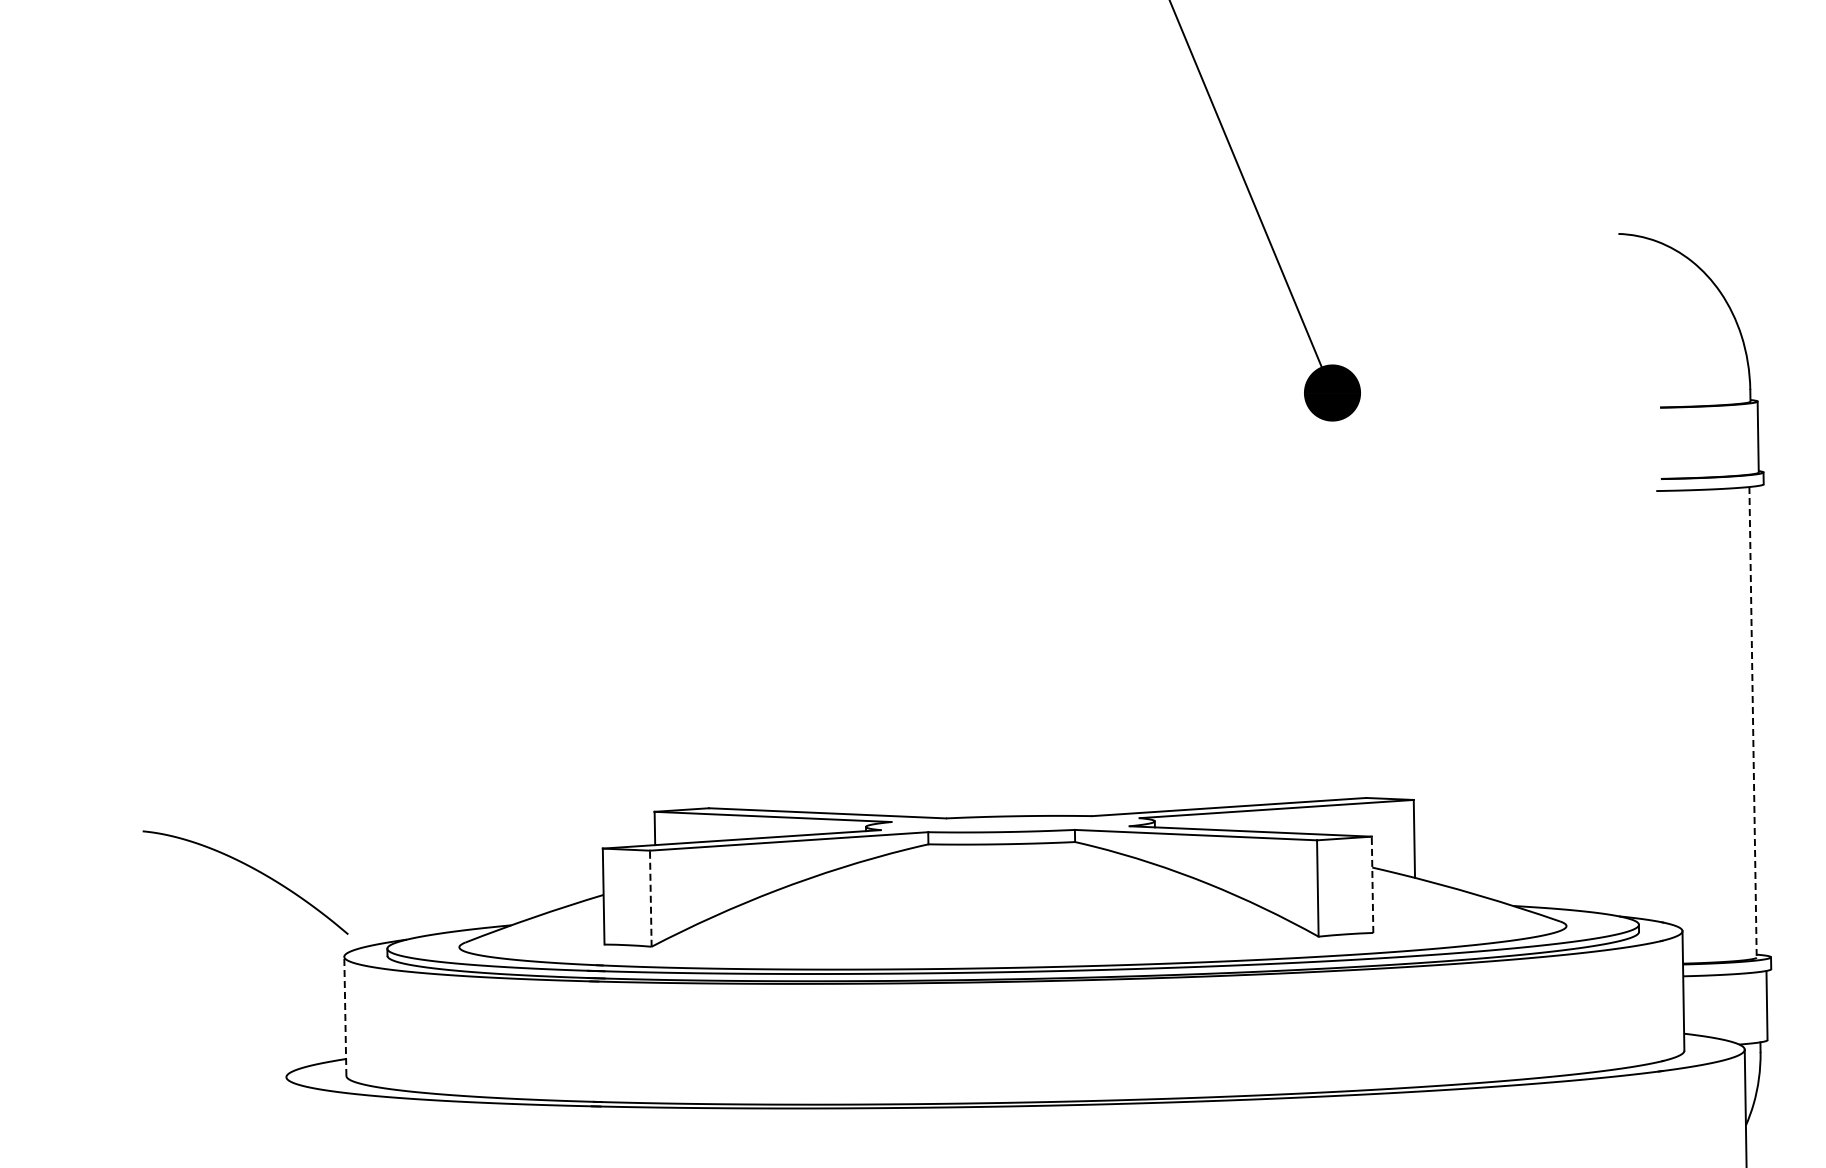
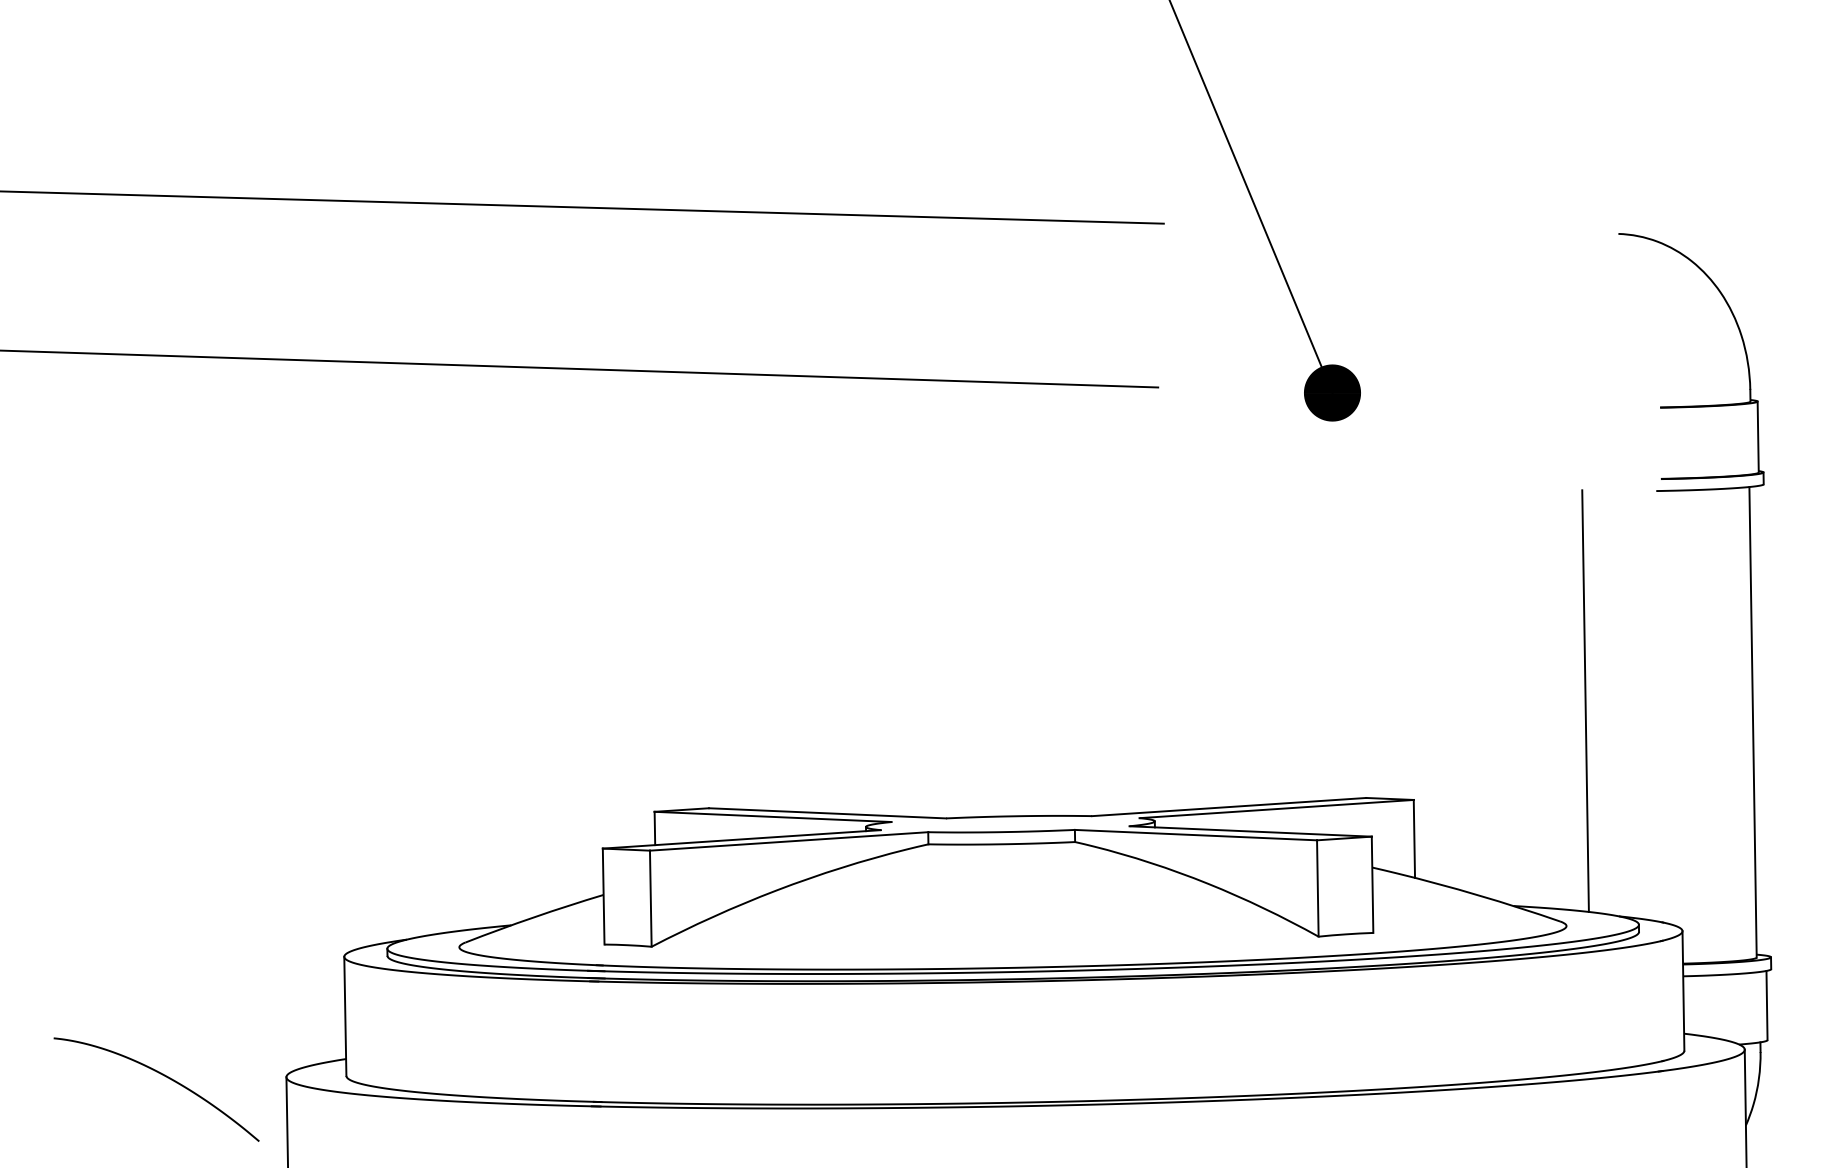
line at (582, 207): none -> present
line at (580, 368): none -> present
line at (1585, 700): none -> present
line at (1753, 722): dashed -> solid
curve at (251, 868) position: (251, 868) -> (162, 1075)
line at (1372, 884): dashed -> solid
line at (650, 898): dashed -> solid
line at (345, 1016): dashed -> solid
line at (287, 1120): none -> present
